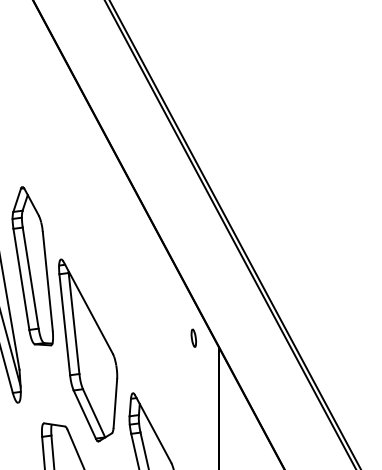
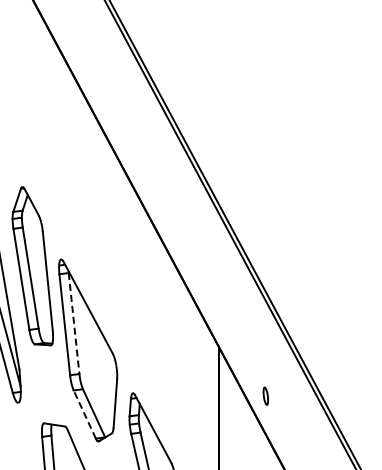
line at (74, 323): solid -> dashed
part at (193, 337) position: (193, 337) -> (265, 395)
line at (84, 414): solid -> dashed
